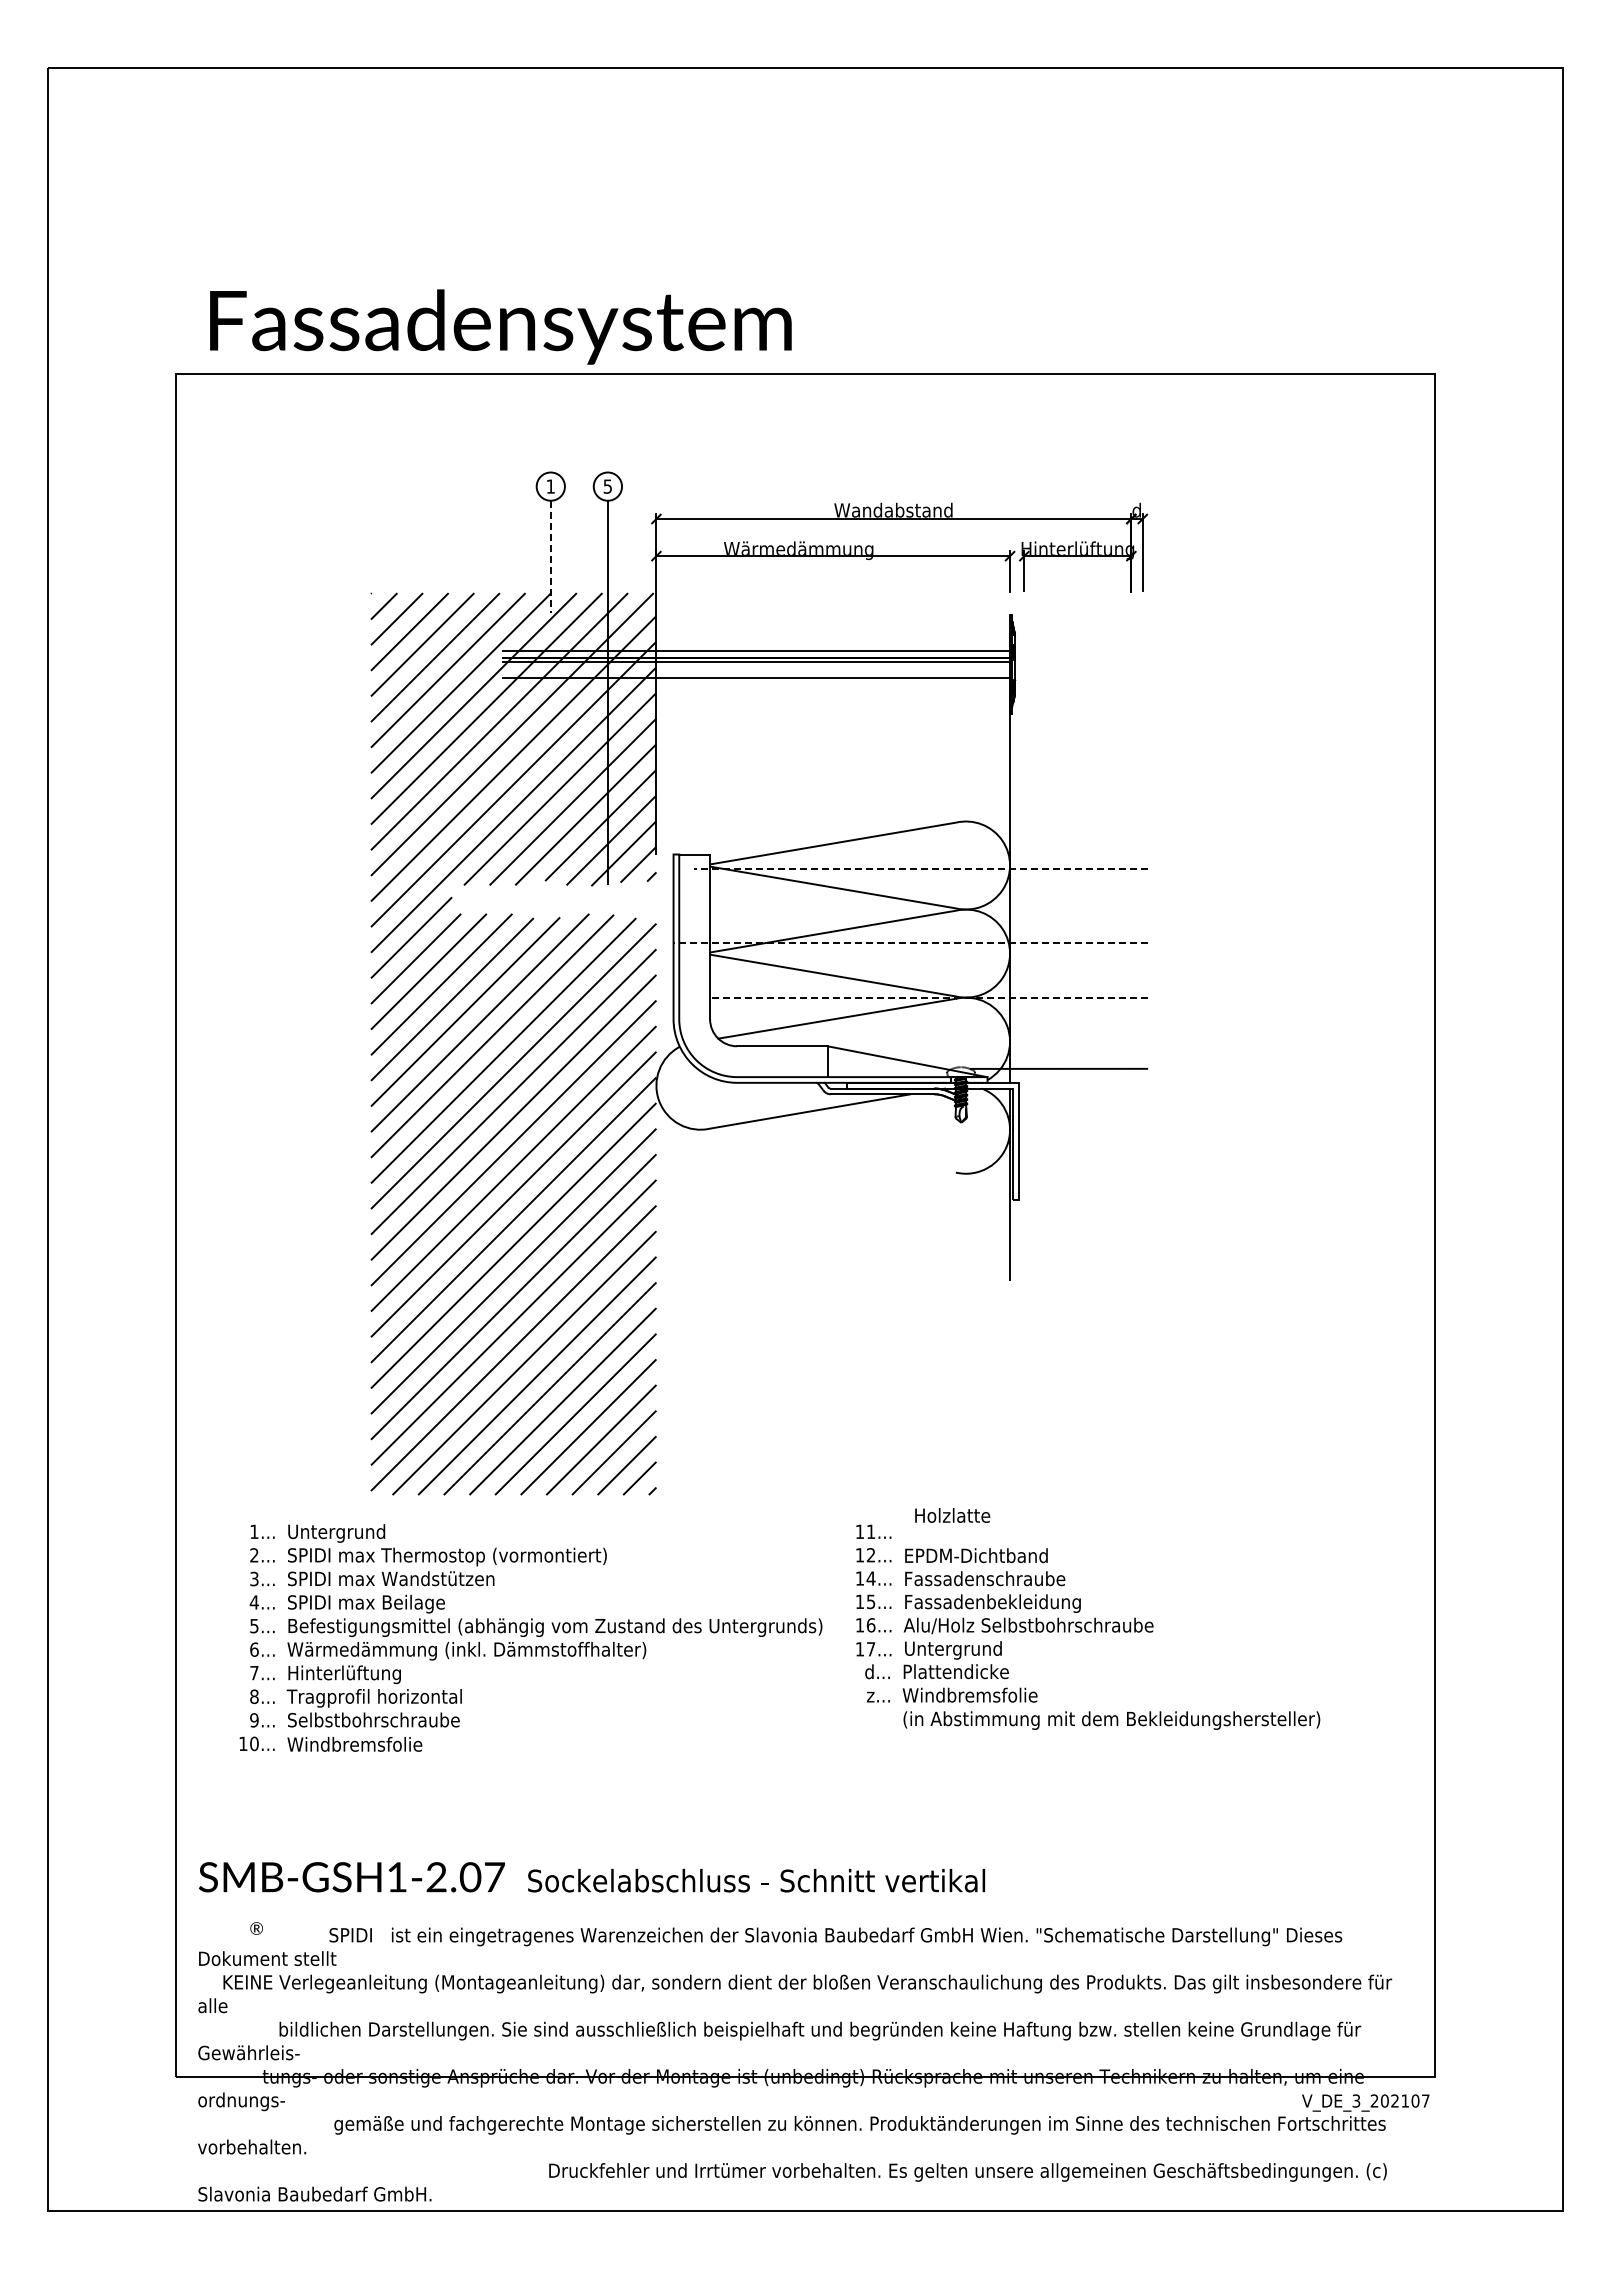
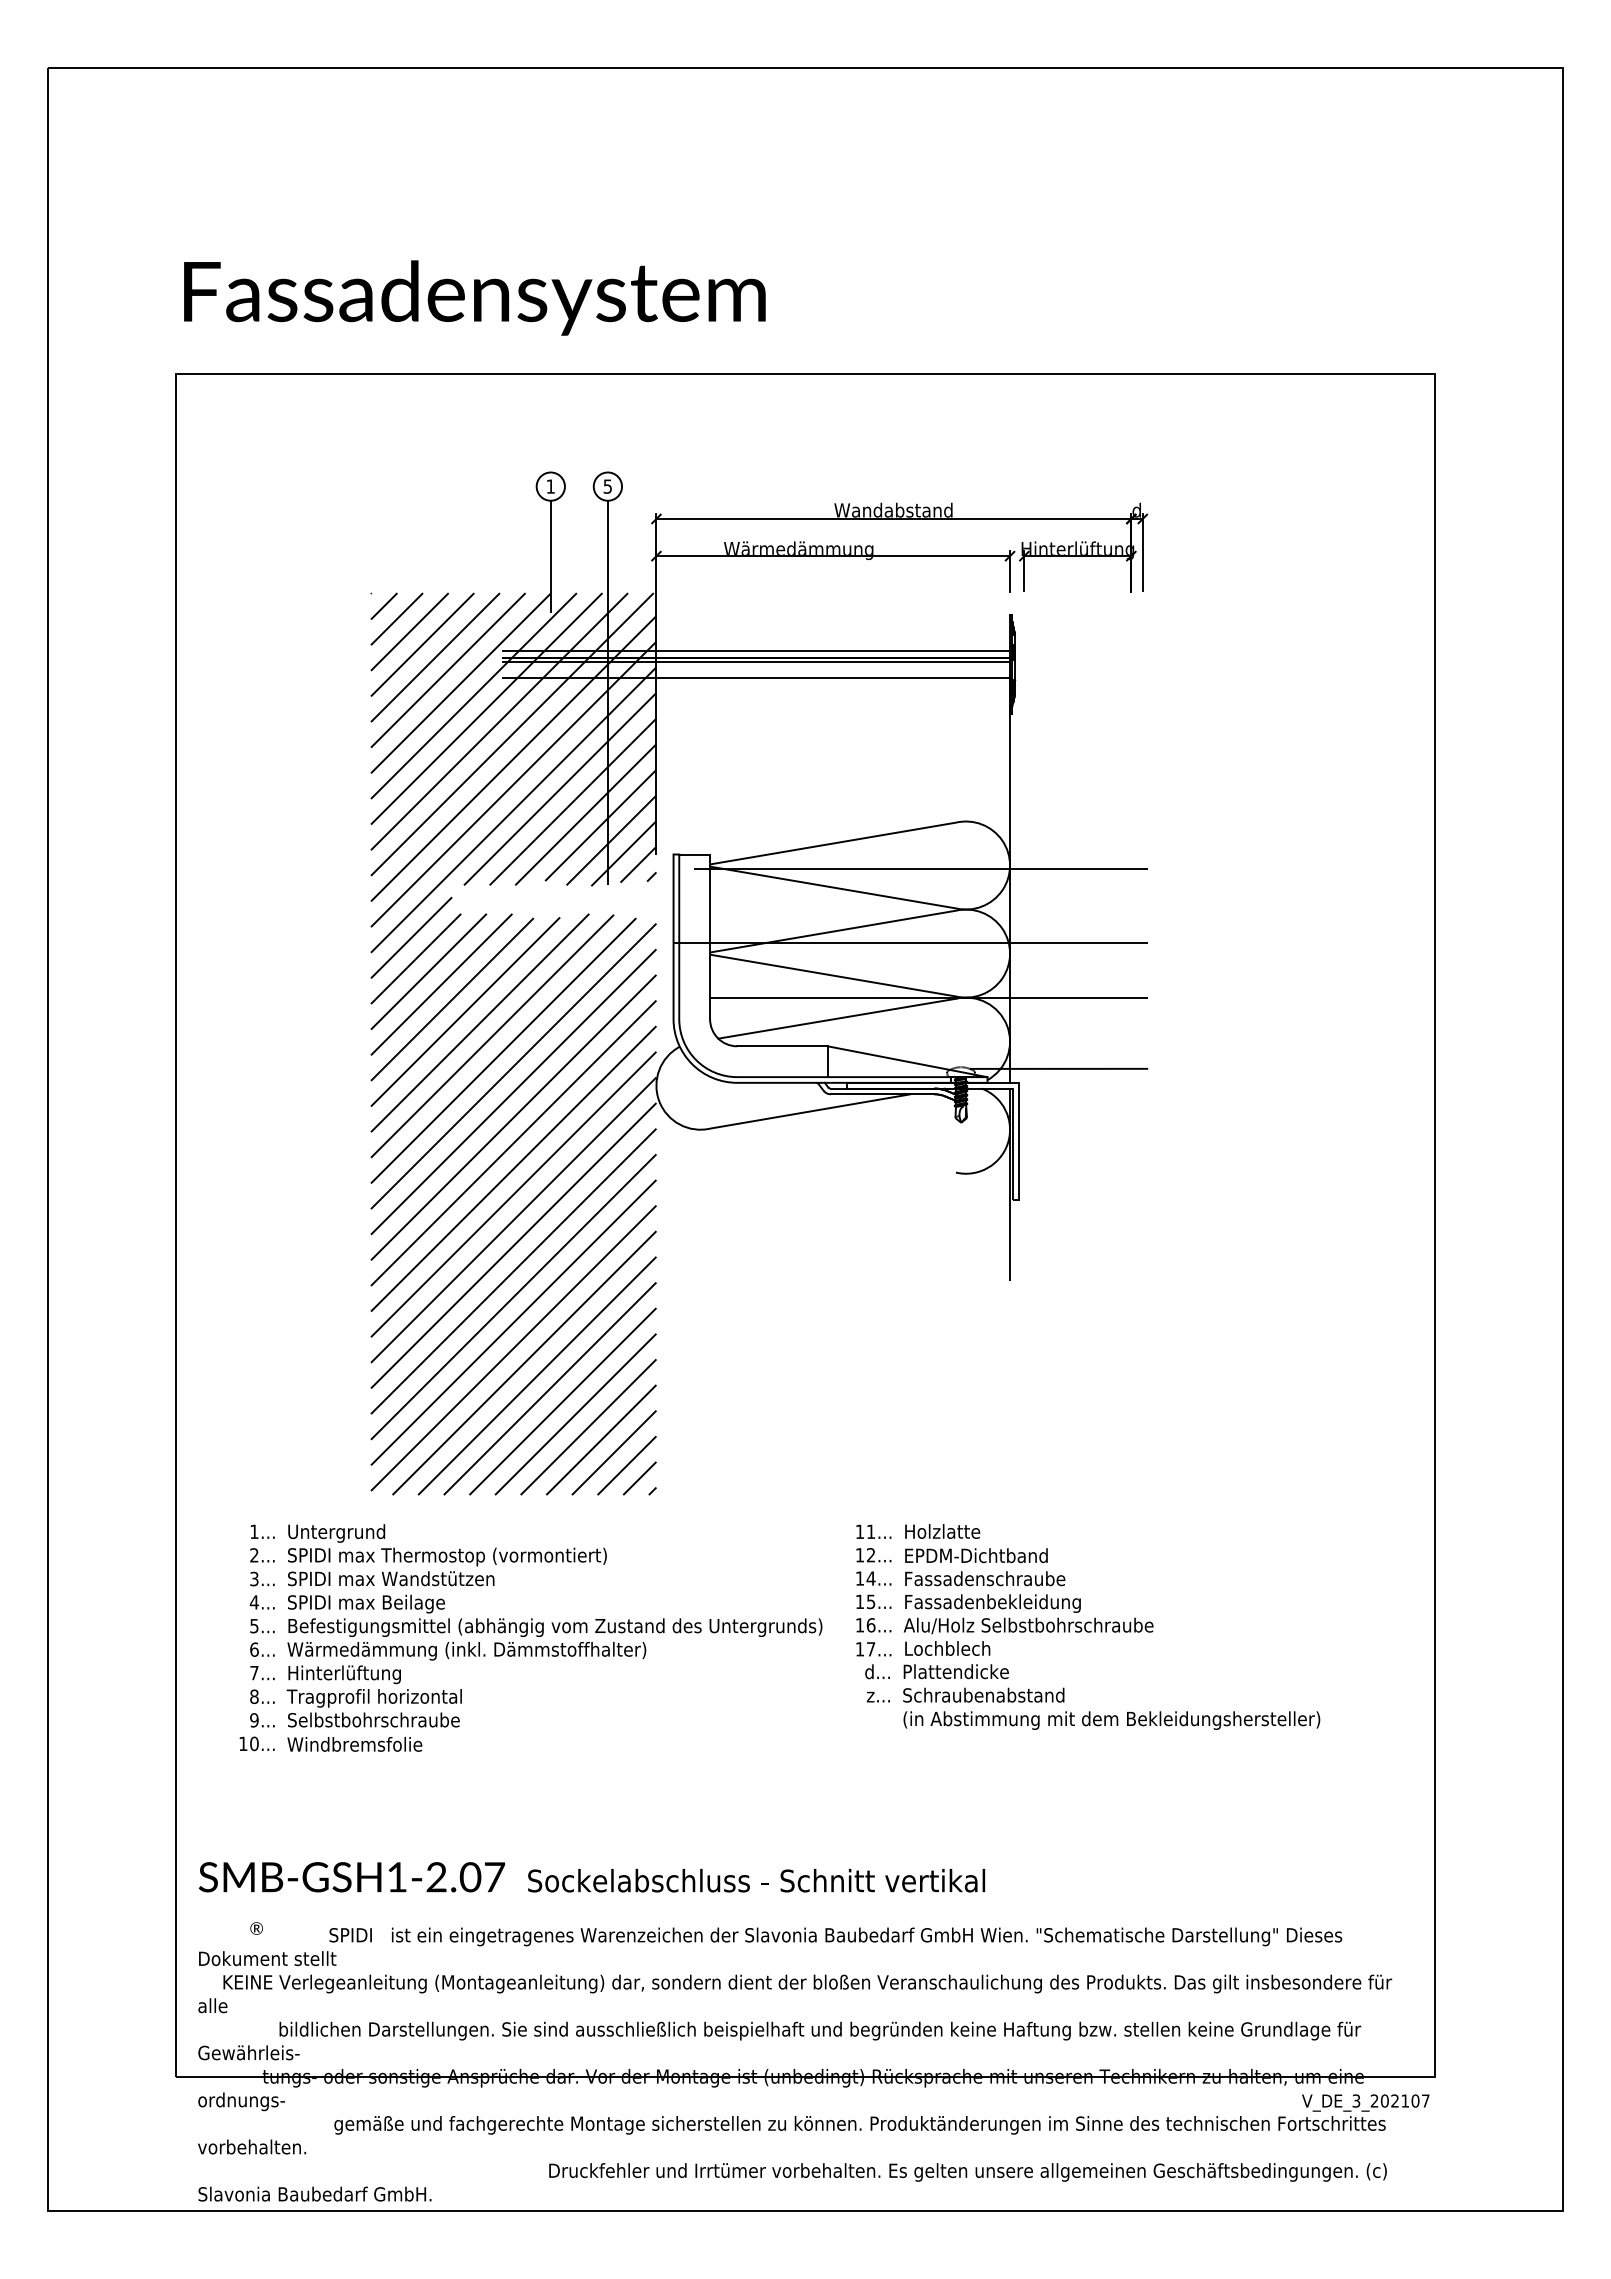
text at (500, 326) position: (500, 326) -> (474, 297)
line at (550, 556): dashed -> solid
line at (920, 869): dashed -> solid
line at (910, 943): dashed -> solid
line at (928, 998): dashed -> solid
text at (952, 1515) position: (952, 1515) -> (942, 1531)
text at (953, 1650): Untergrund -> Lochblech
text at (983, 1694): Windbremsfolie -> Schraubenabstand
